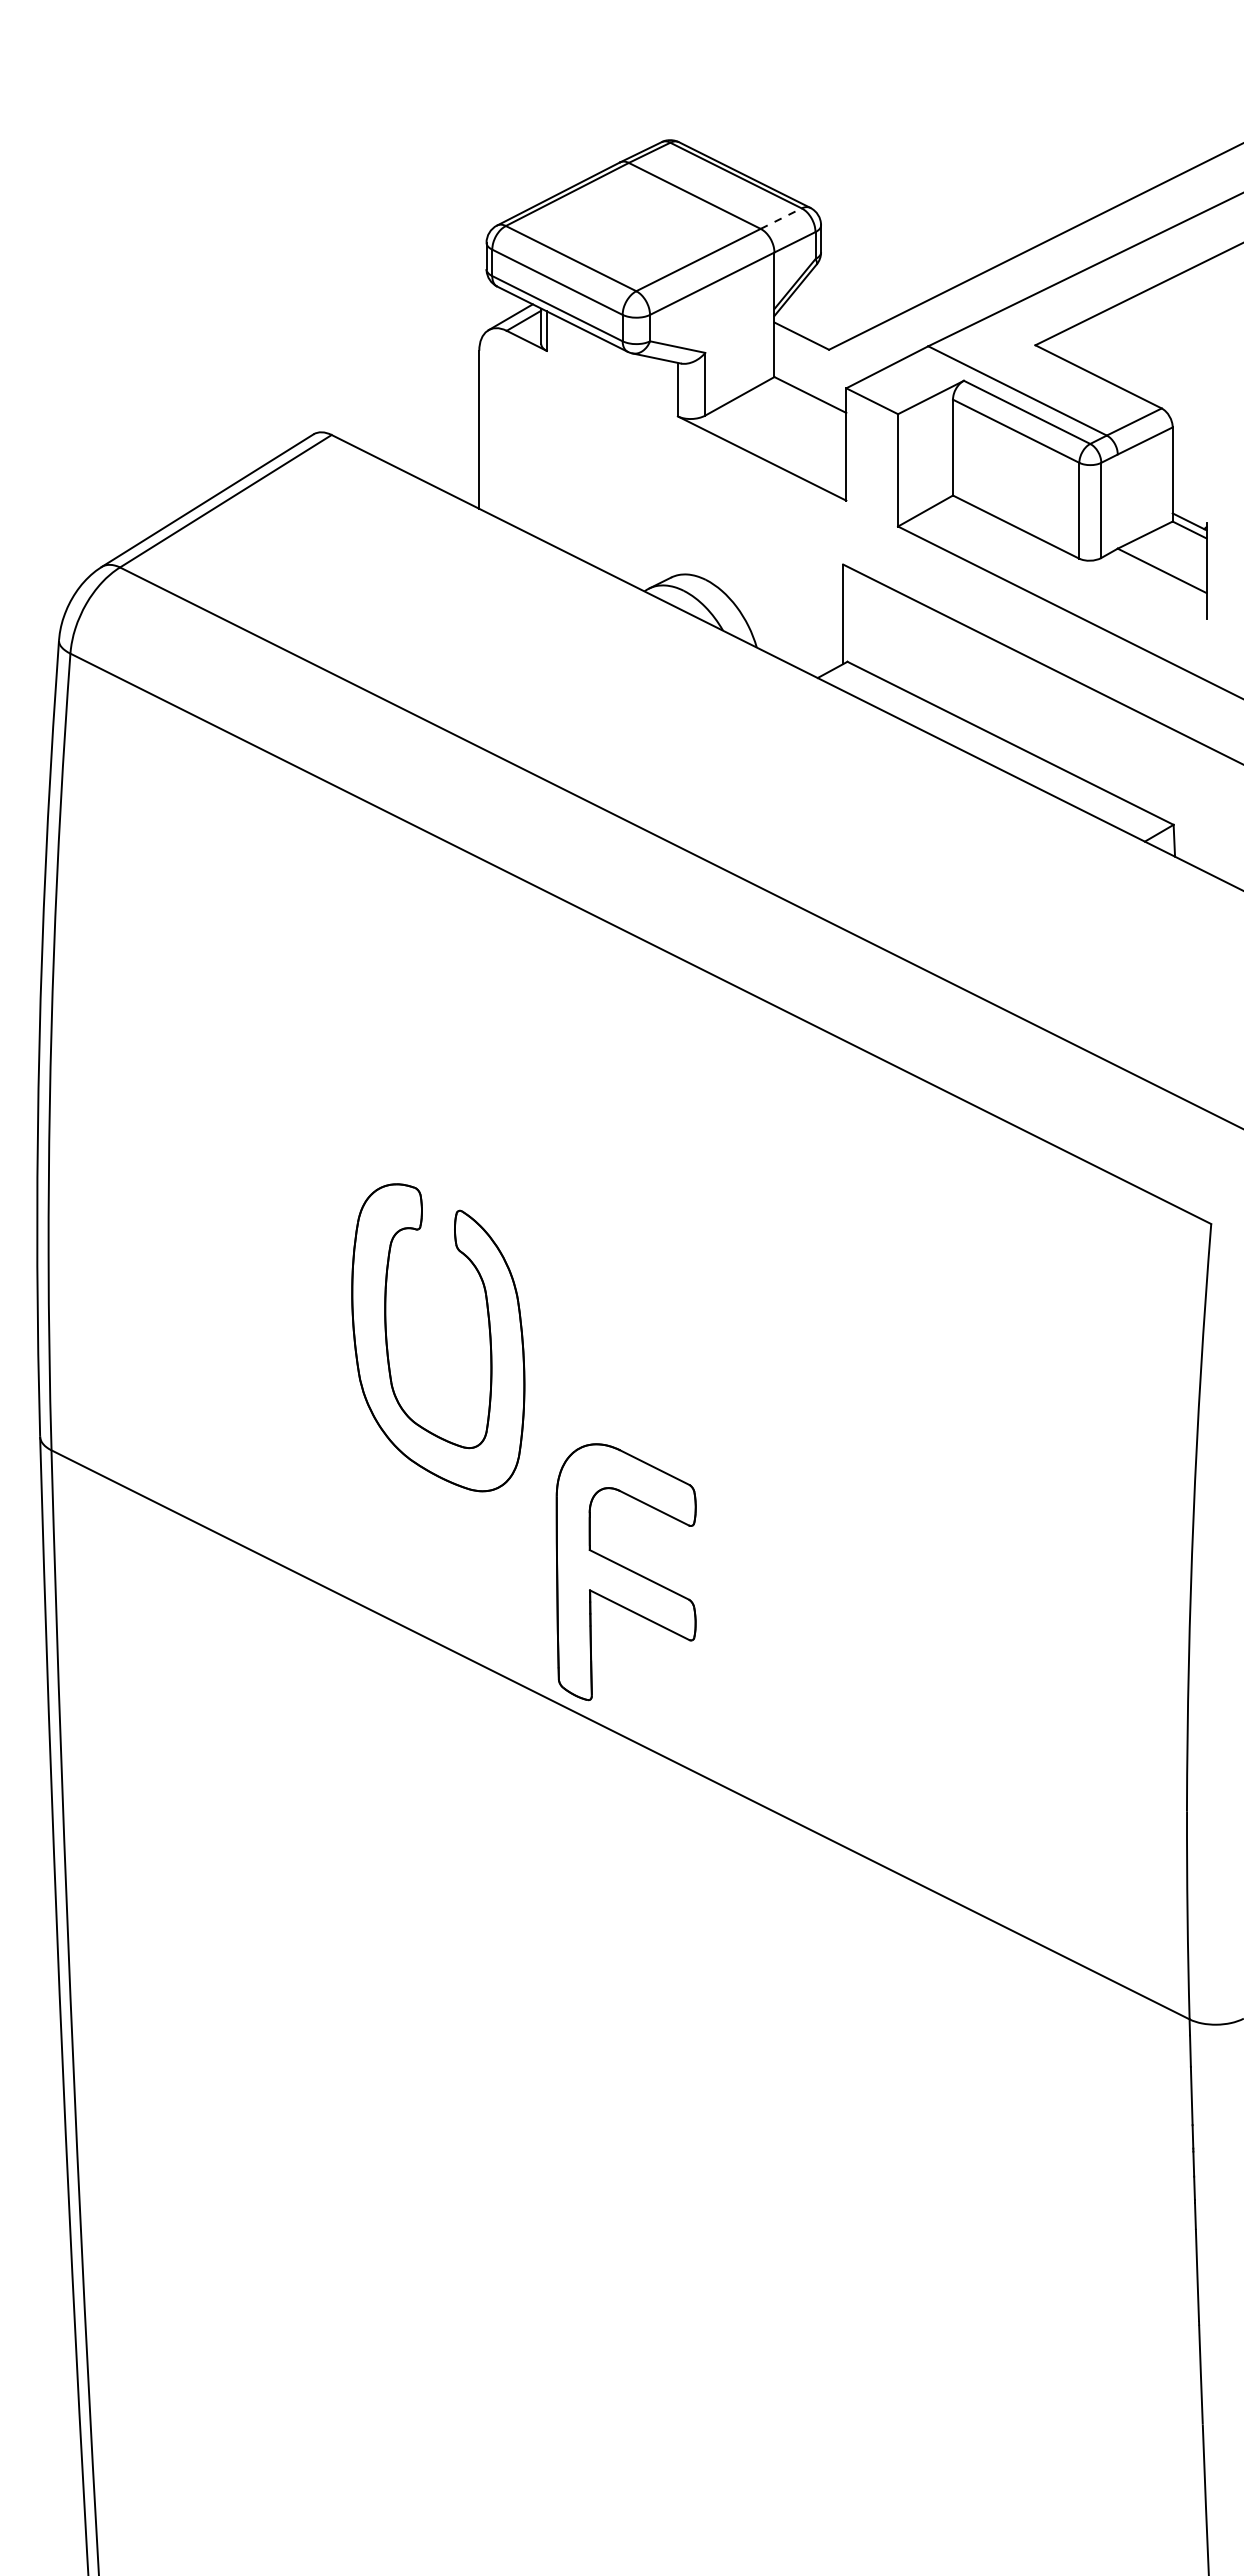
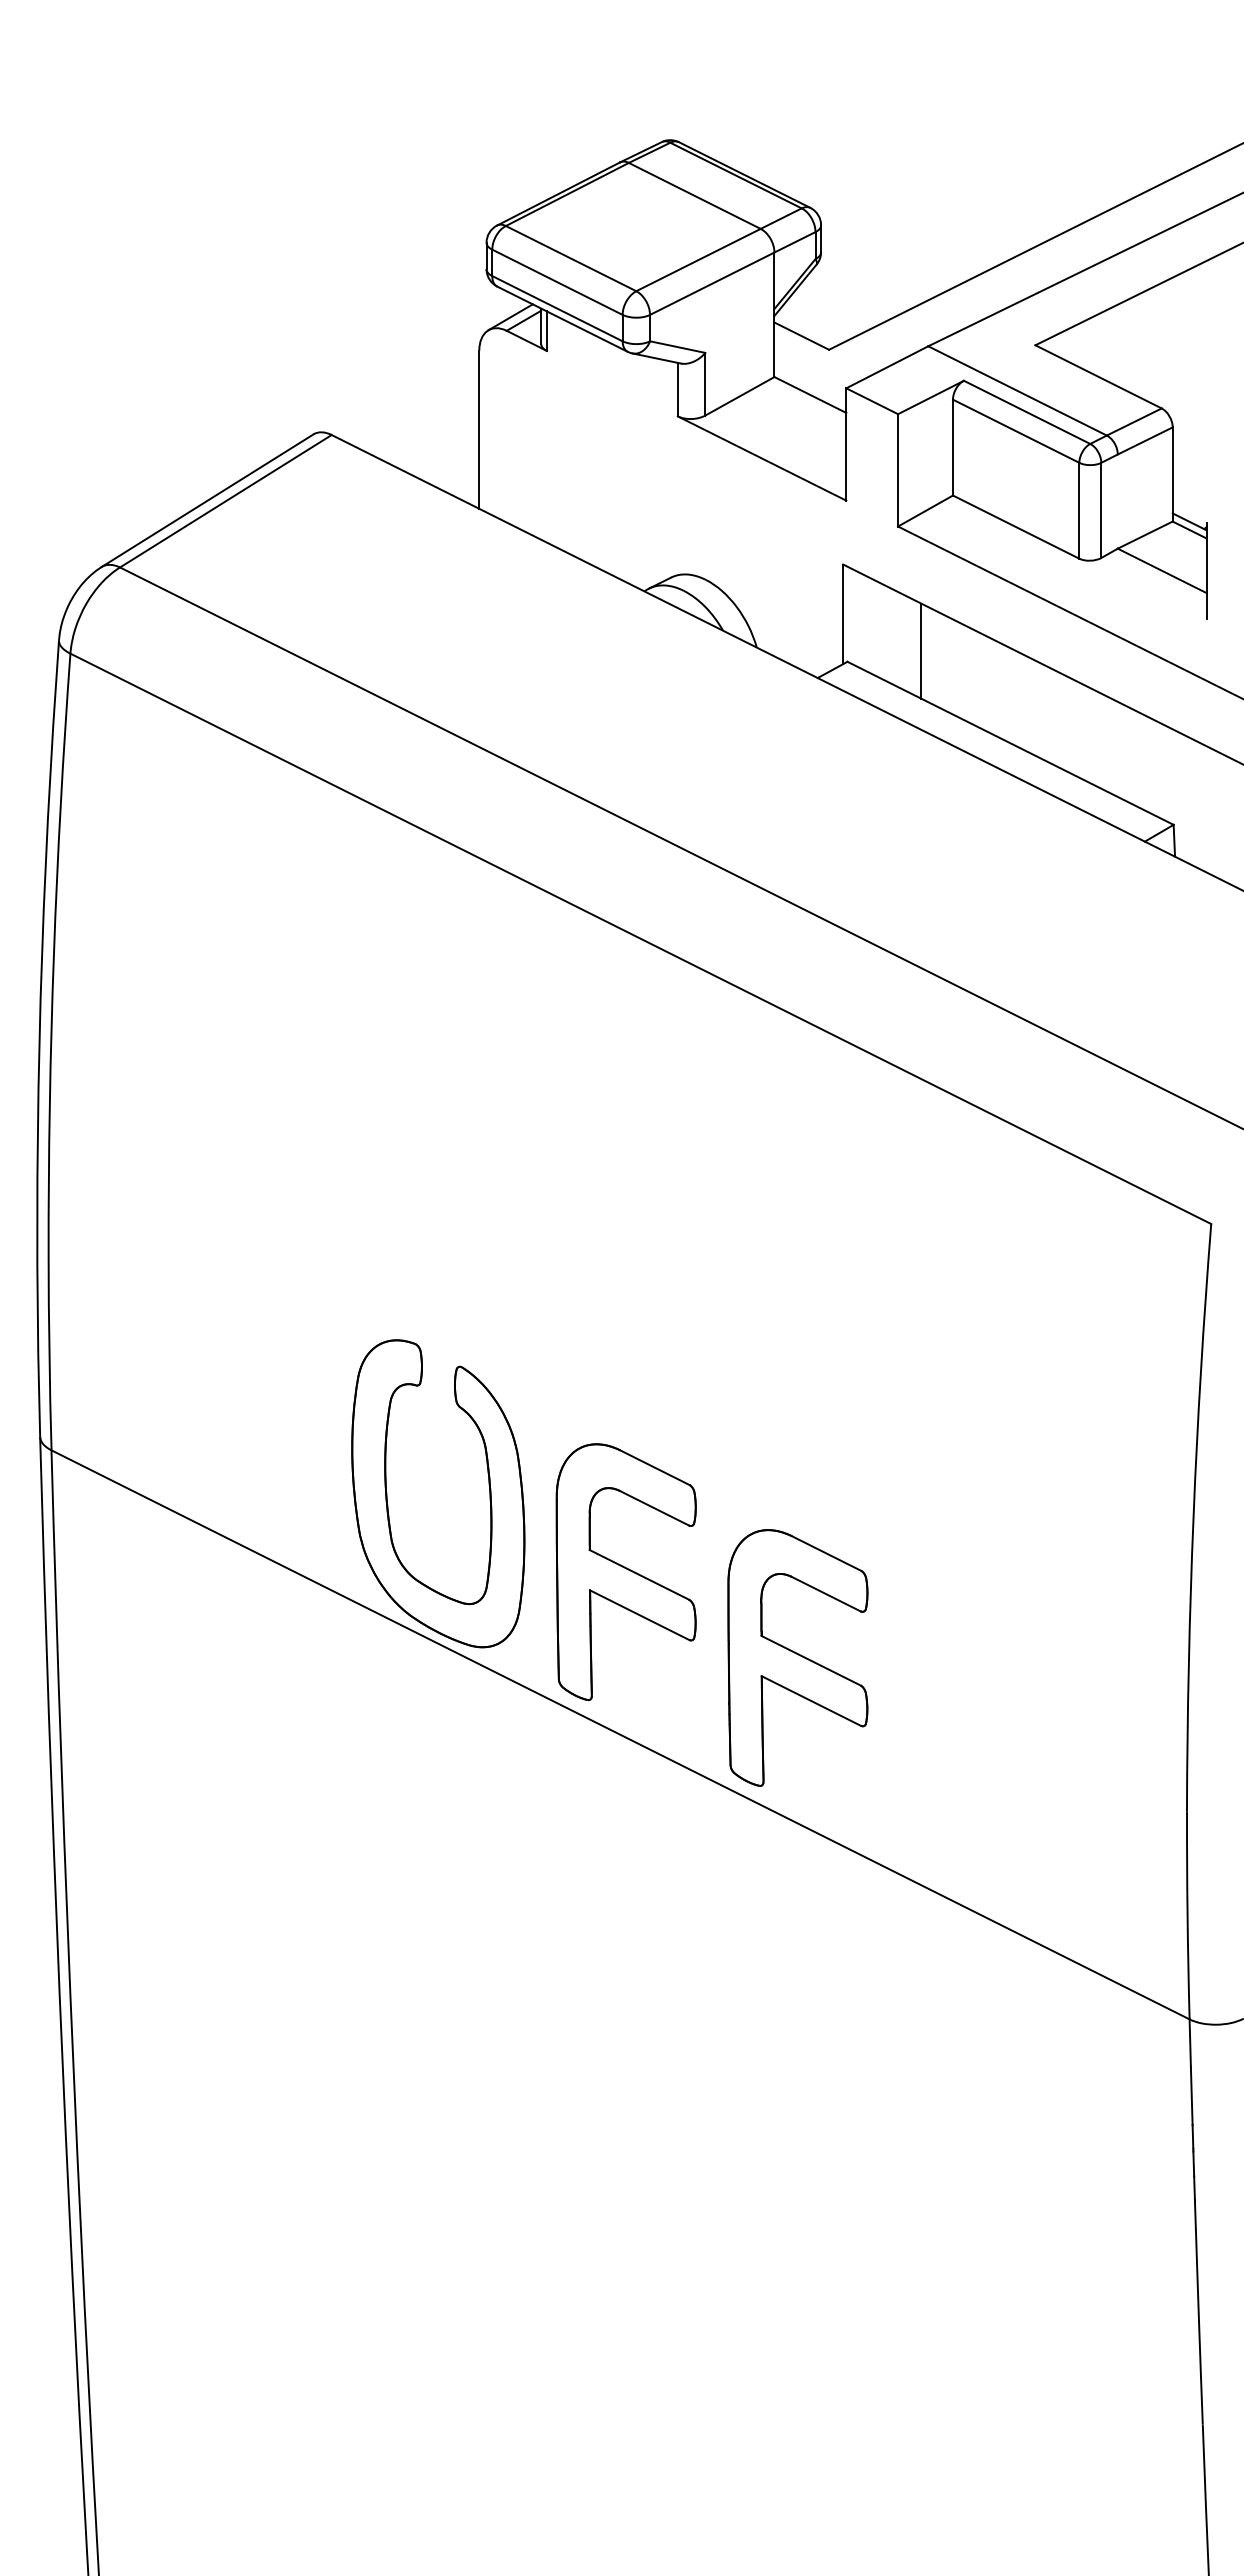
line at (781, 218): dashed -> solid
line at (921, 650): none -> present
part at (488, 1329) position: (488, 1329) -> (488, 1485)
part at (797, 1657): none -> present
